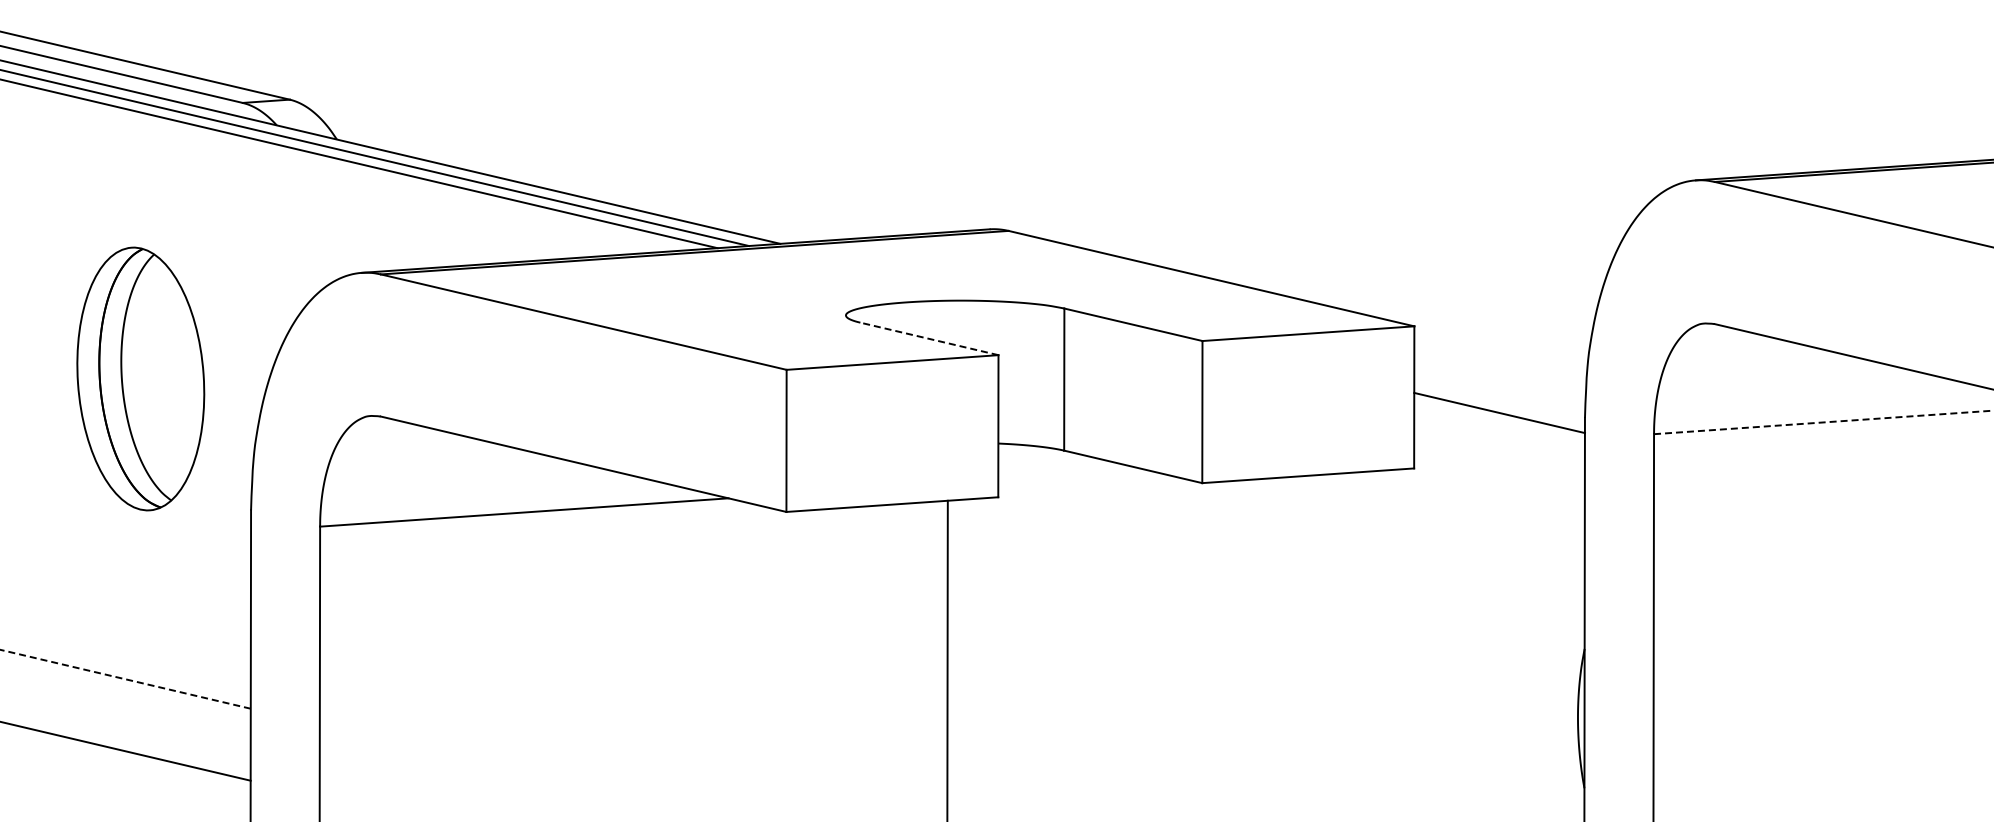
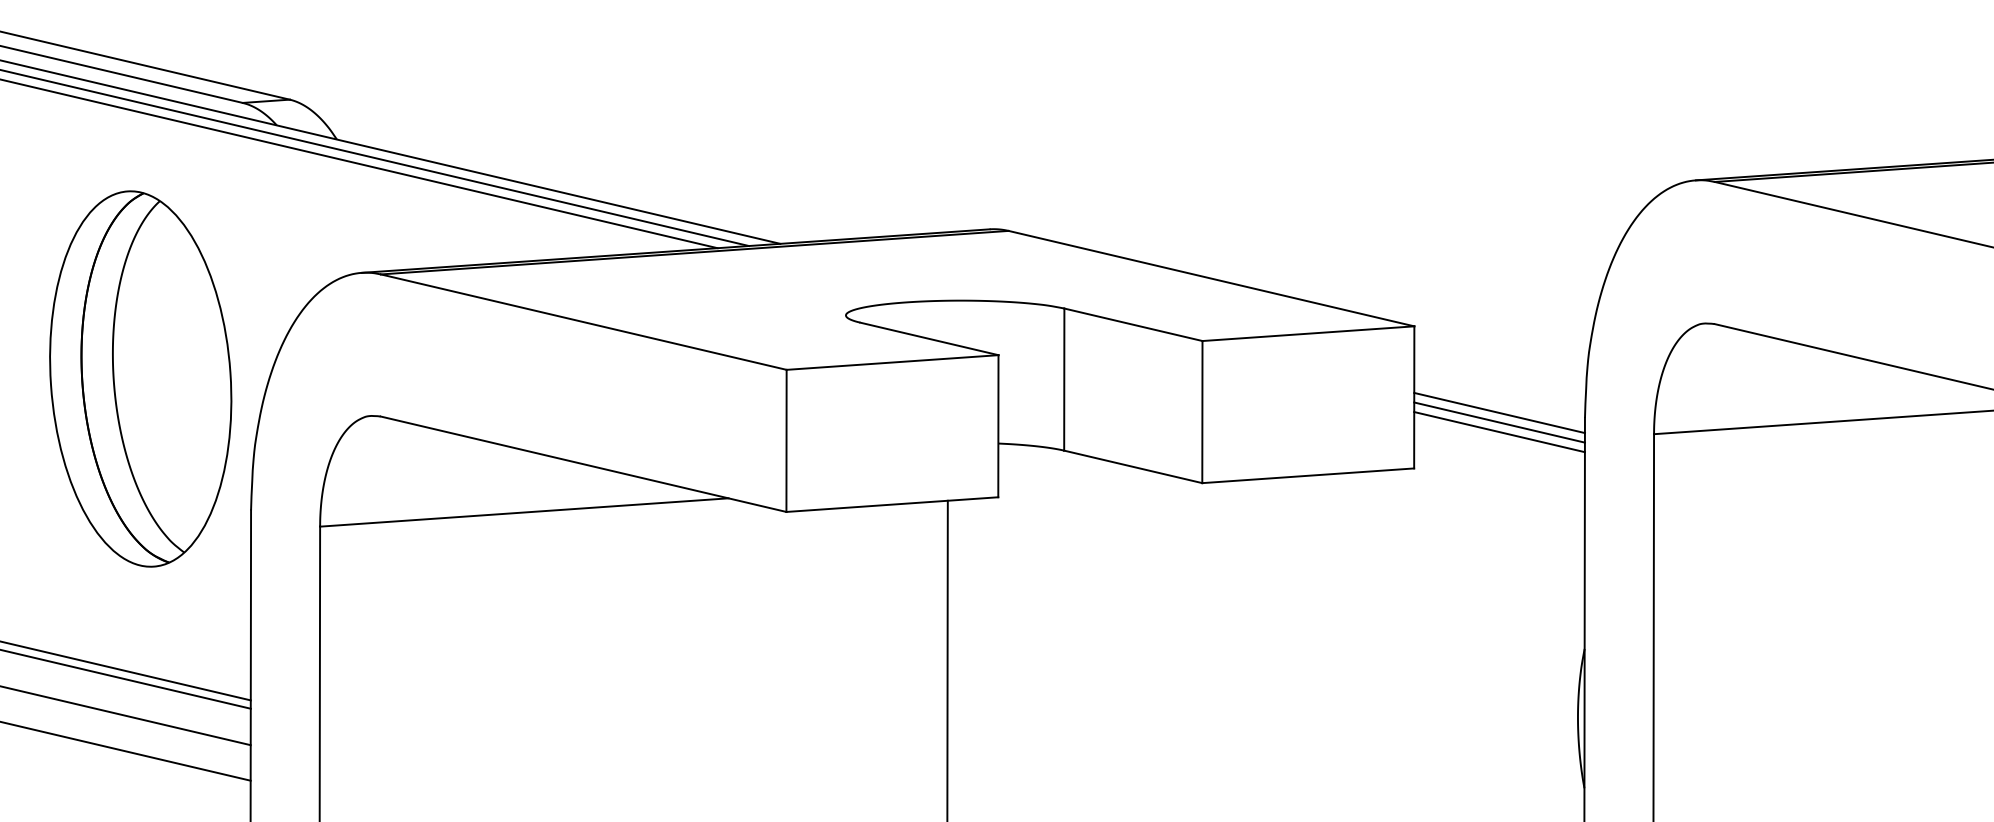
line at (929, 338): dashed -> solid
part at (140, 378) size: 130x266 px -> 184x378 px
line at (1499, 422): none -> present
line at (1824, 422): dashed -> solid
line at (1499, 432): none -> present
line at (126, 671): none -> present
line at (125, 679): dashed -> solid
line at (126, 715): none -> present
